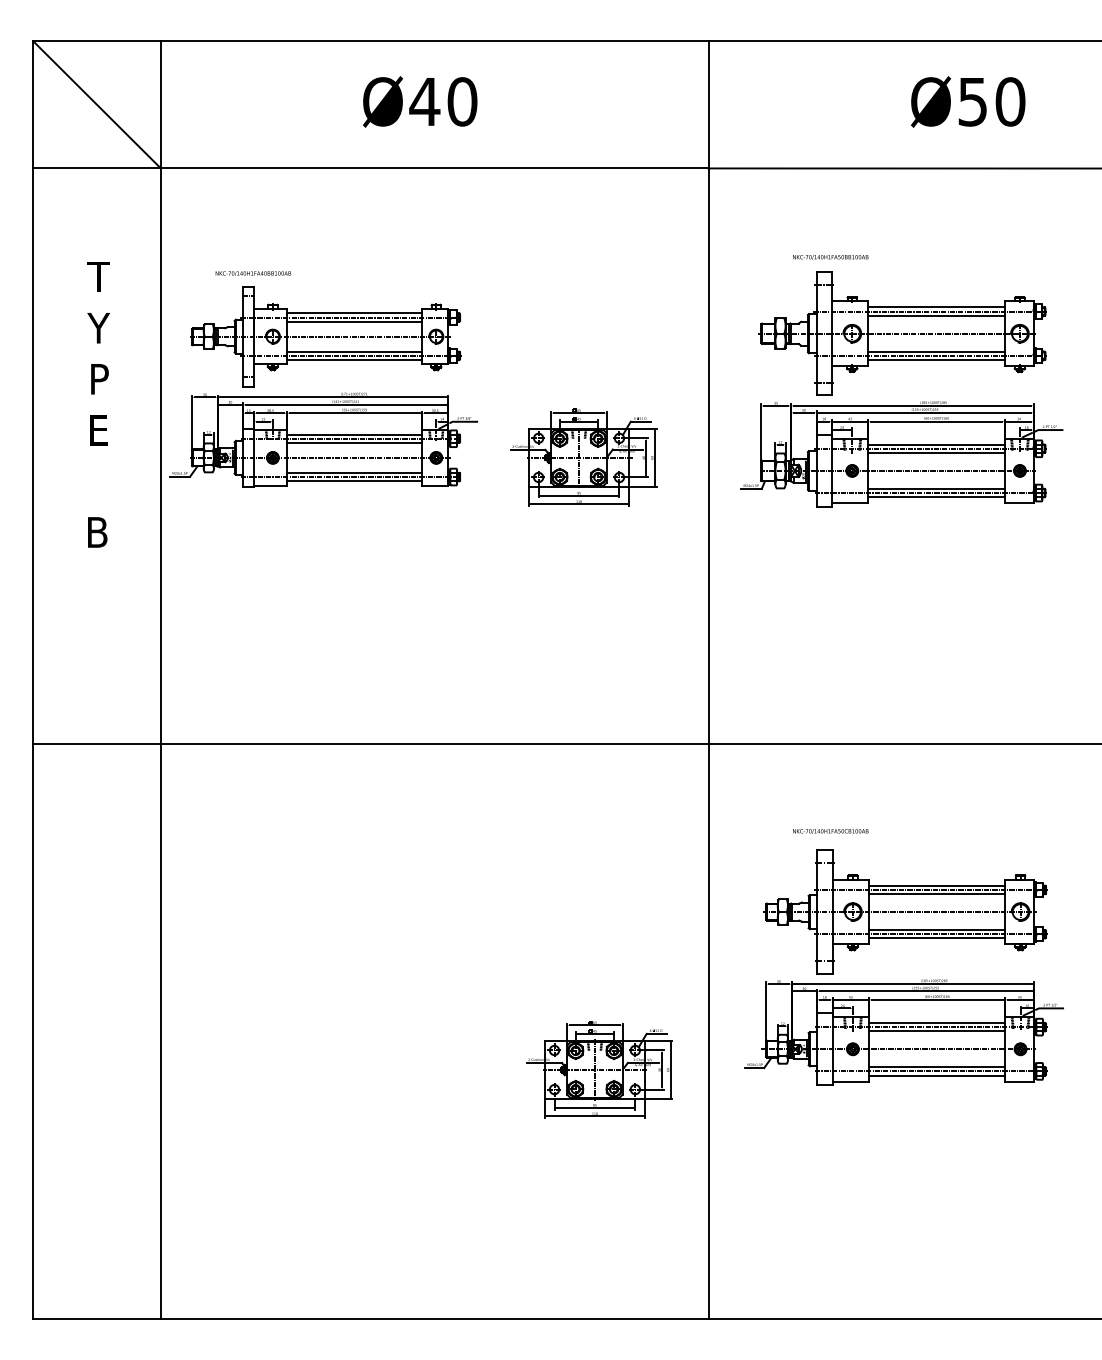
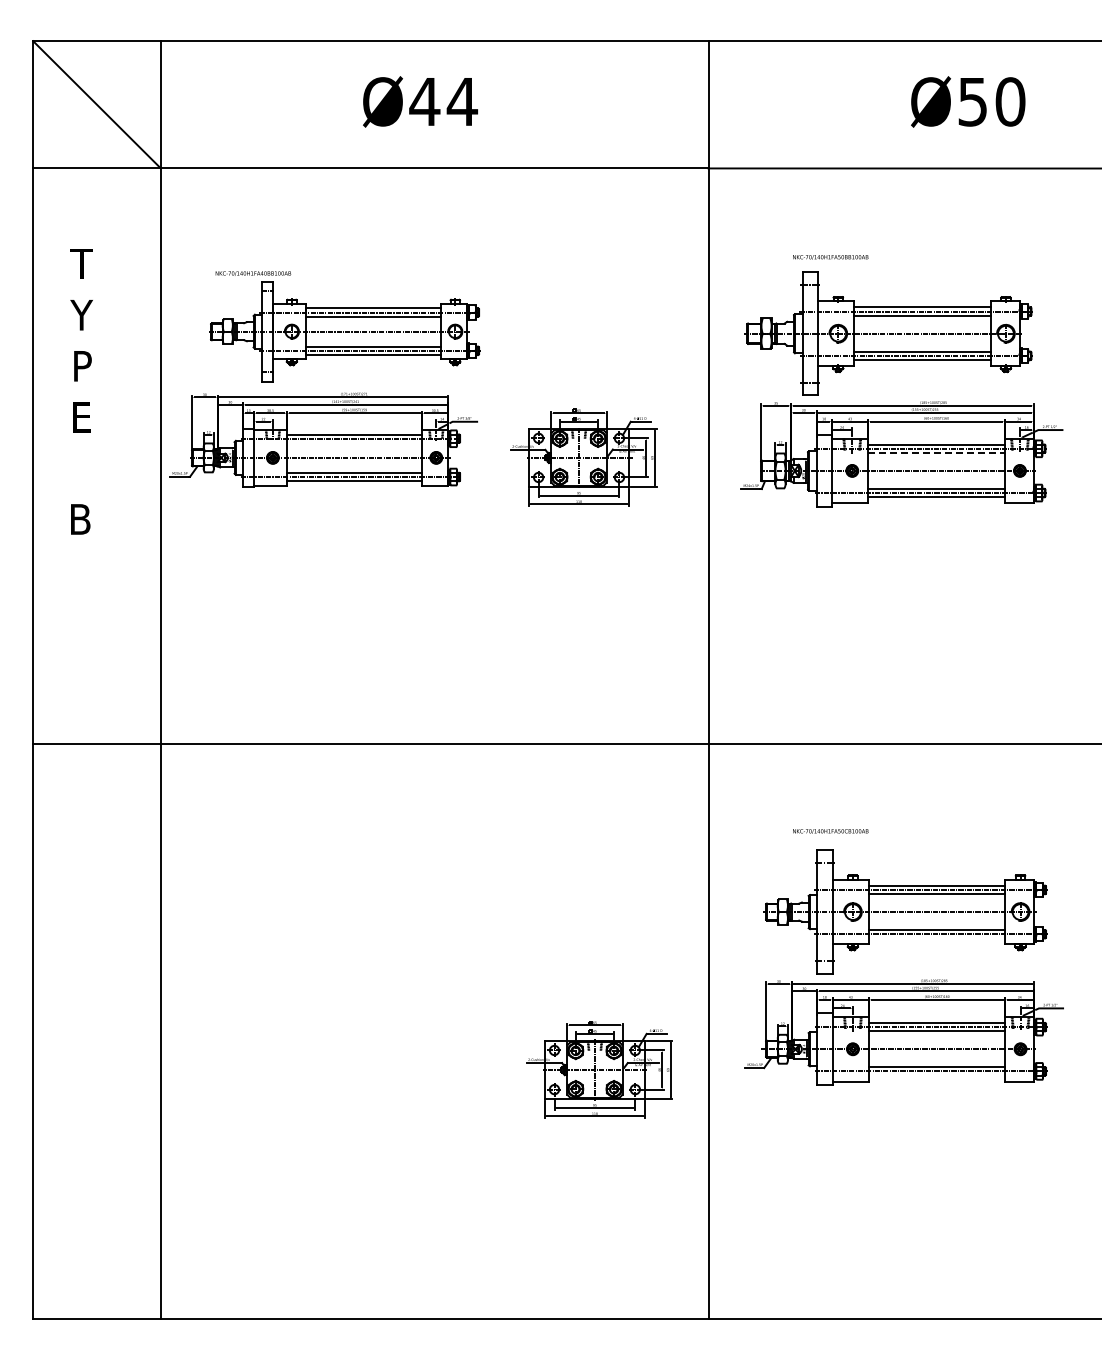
text at (462, 101): Ø40 -> Ø44
part at (902, 333) position: (902, 333) -> (888, 333)
part at (325, 336) position: (325, 336) -> (344, 331)
text at (98, 404) position: (98, 404) -> (81, 391)
line at (354, 443): present -> none
line at (937, 453): solid -> dashed
line at (937, 938): present -> none
line at (937, 1075): present -> none
